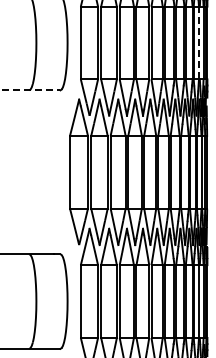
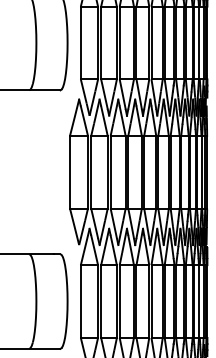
line at (198, 42): dashed -> solid
line at (30, 90): dashed -> solid
